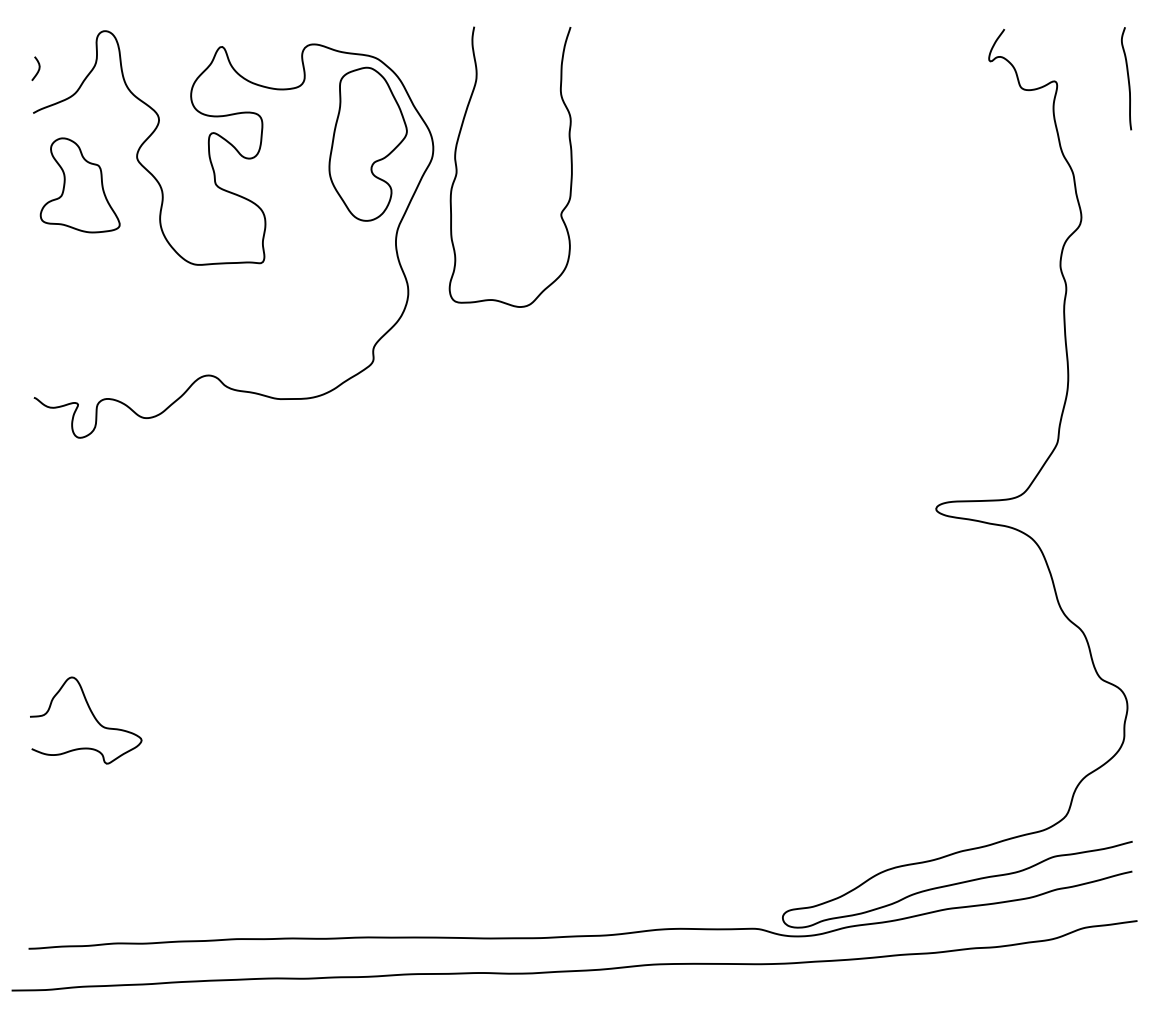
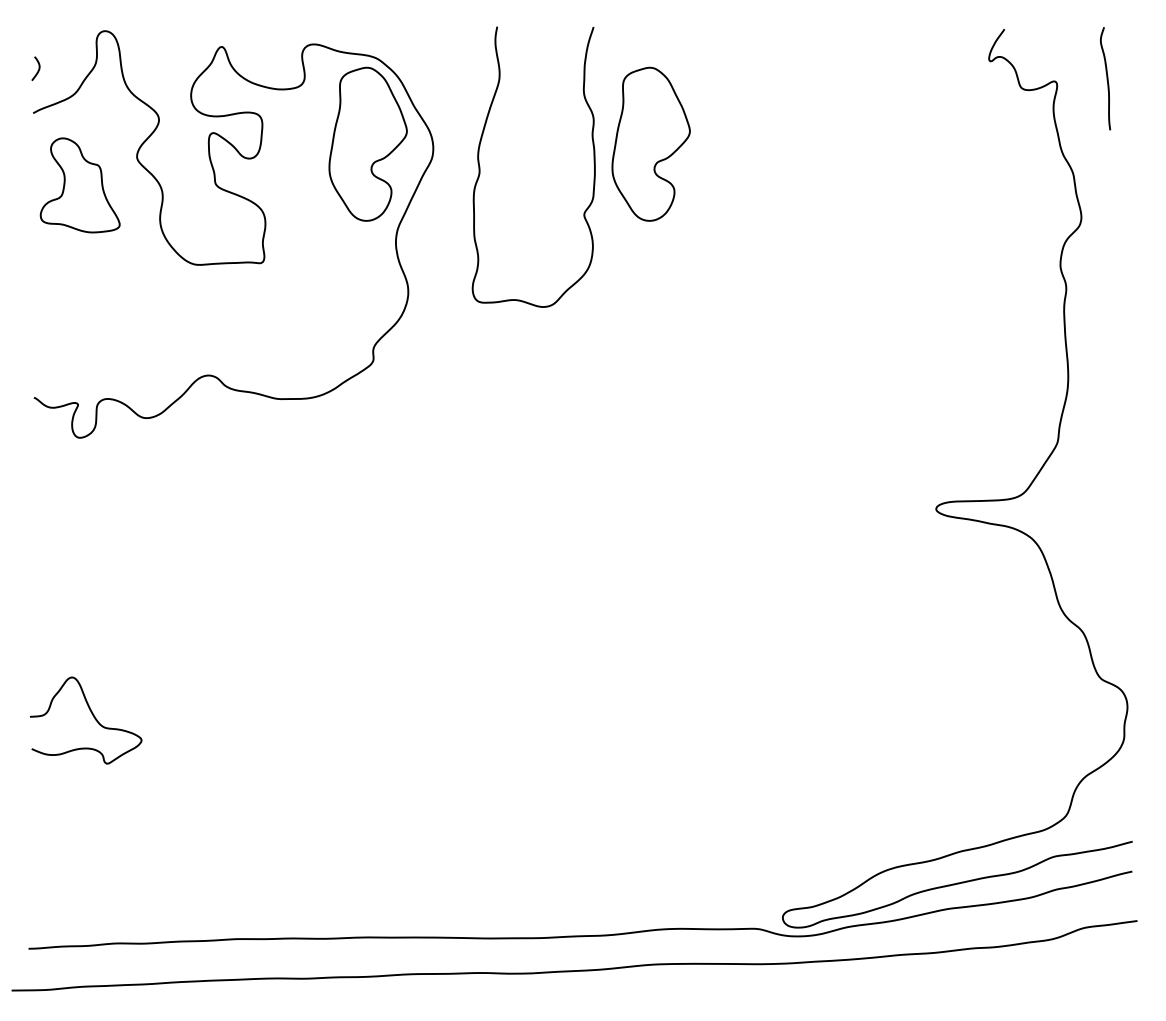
curve at (1127, 78) position: (1127, 78) -> (1106, 78)
part at (650, 143): none -> present
curve at (457, 166) position: (457, 166) -> (480, 166)
